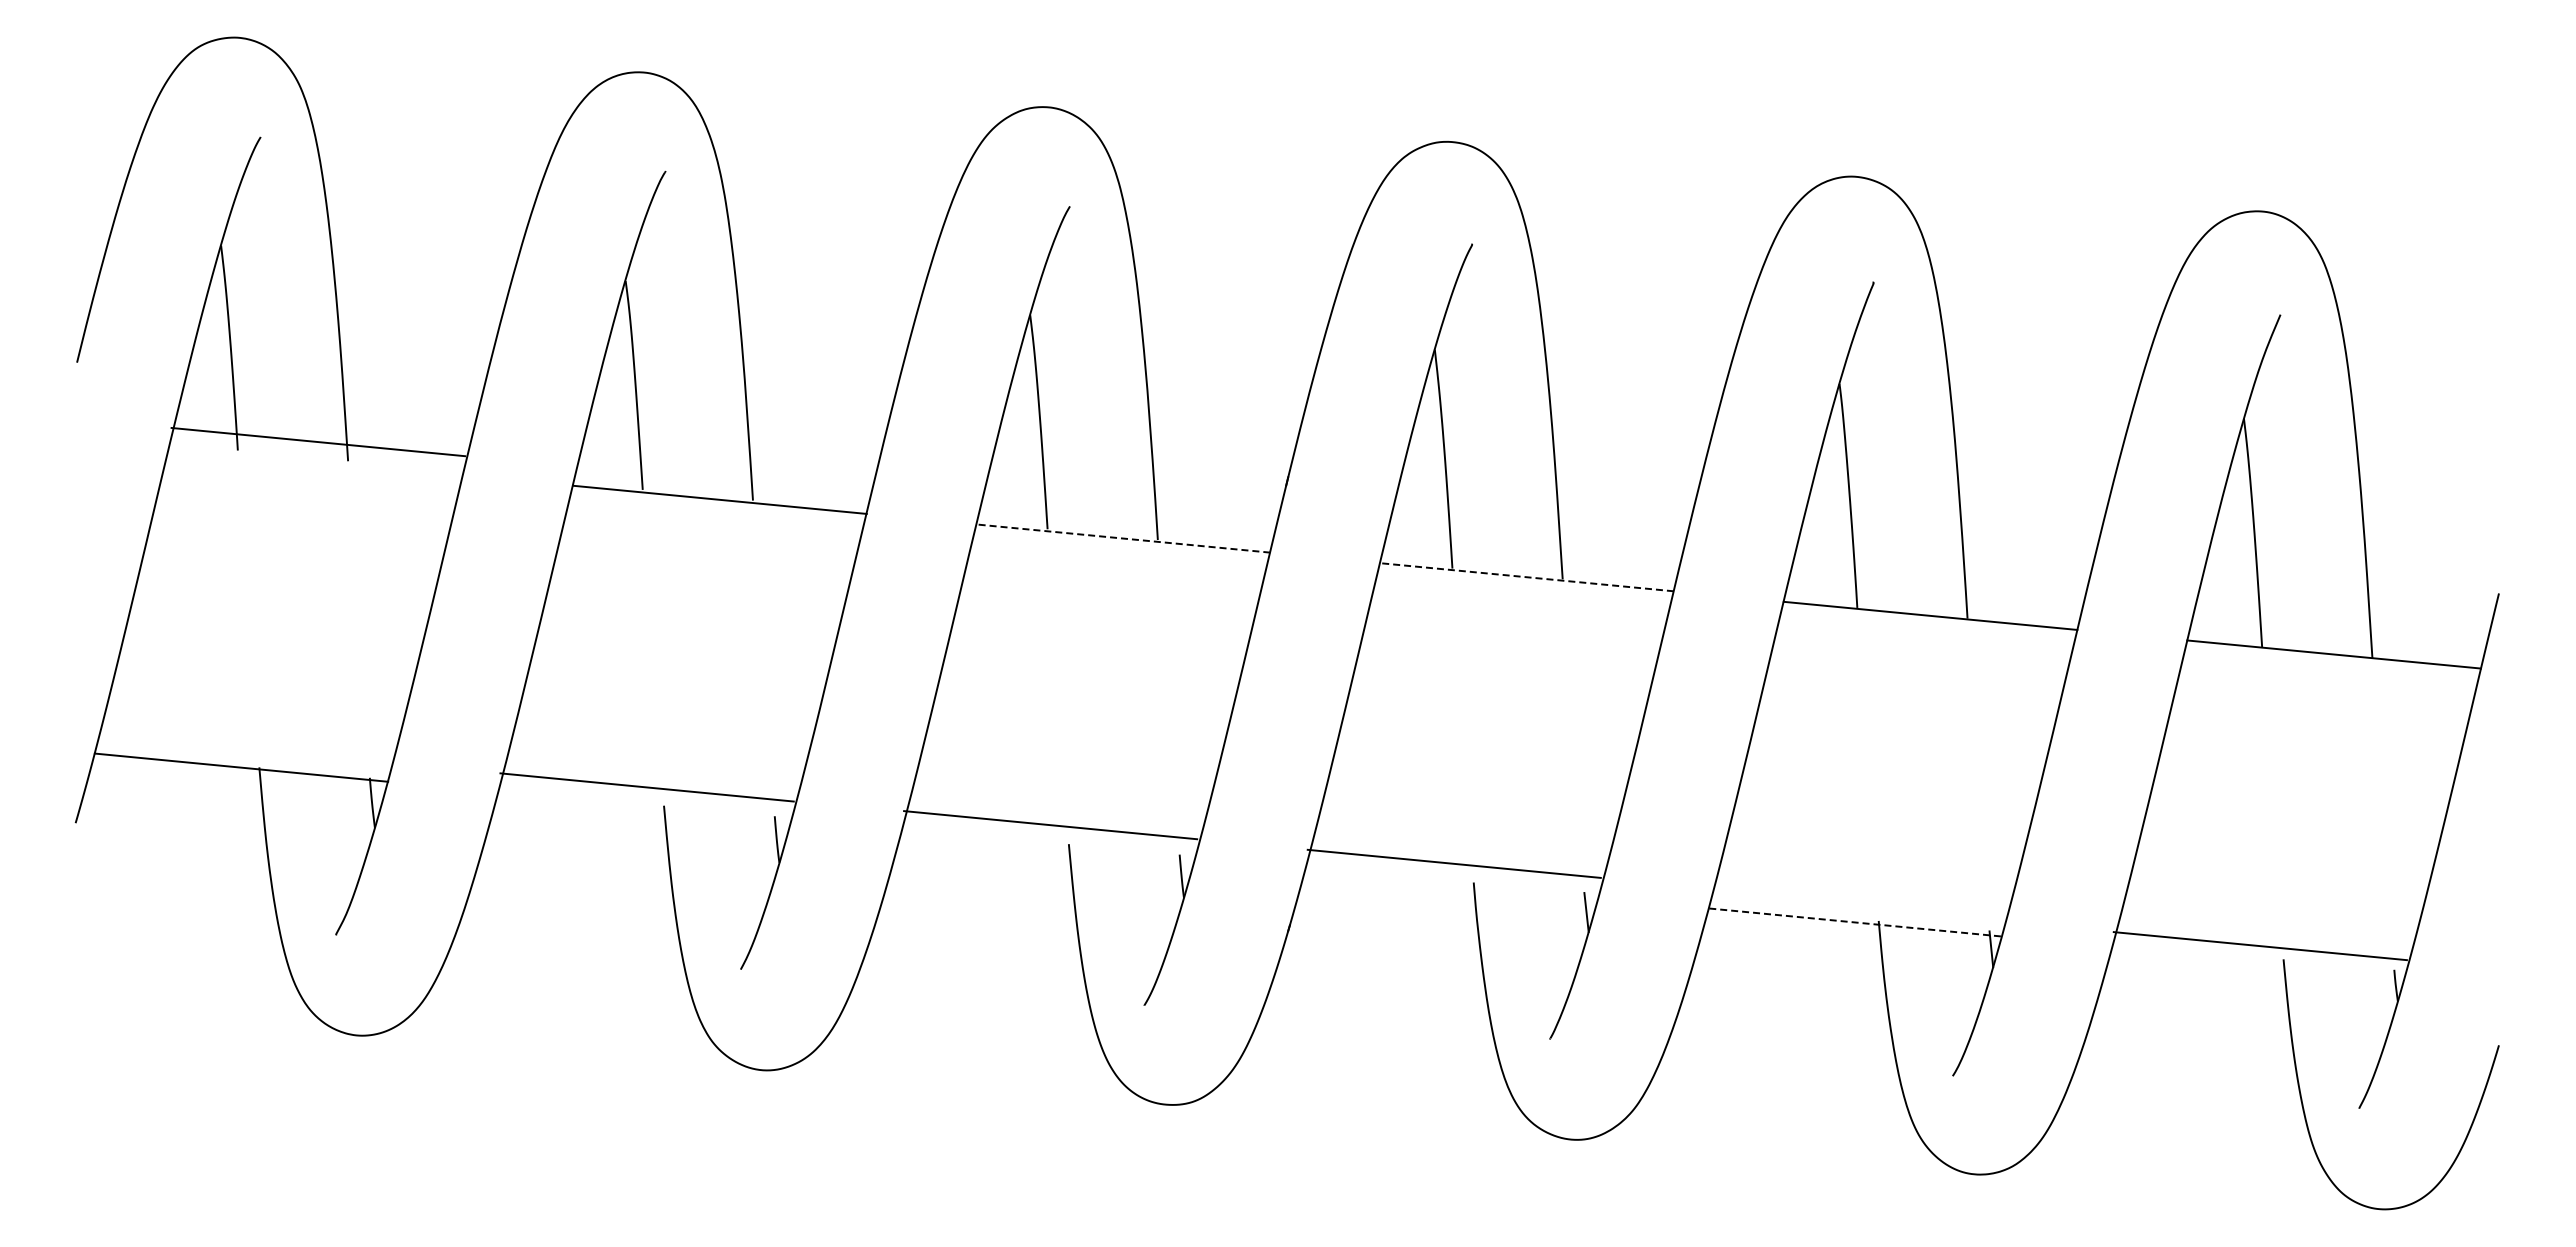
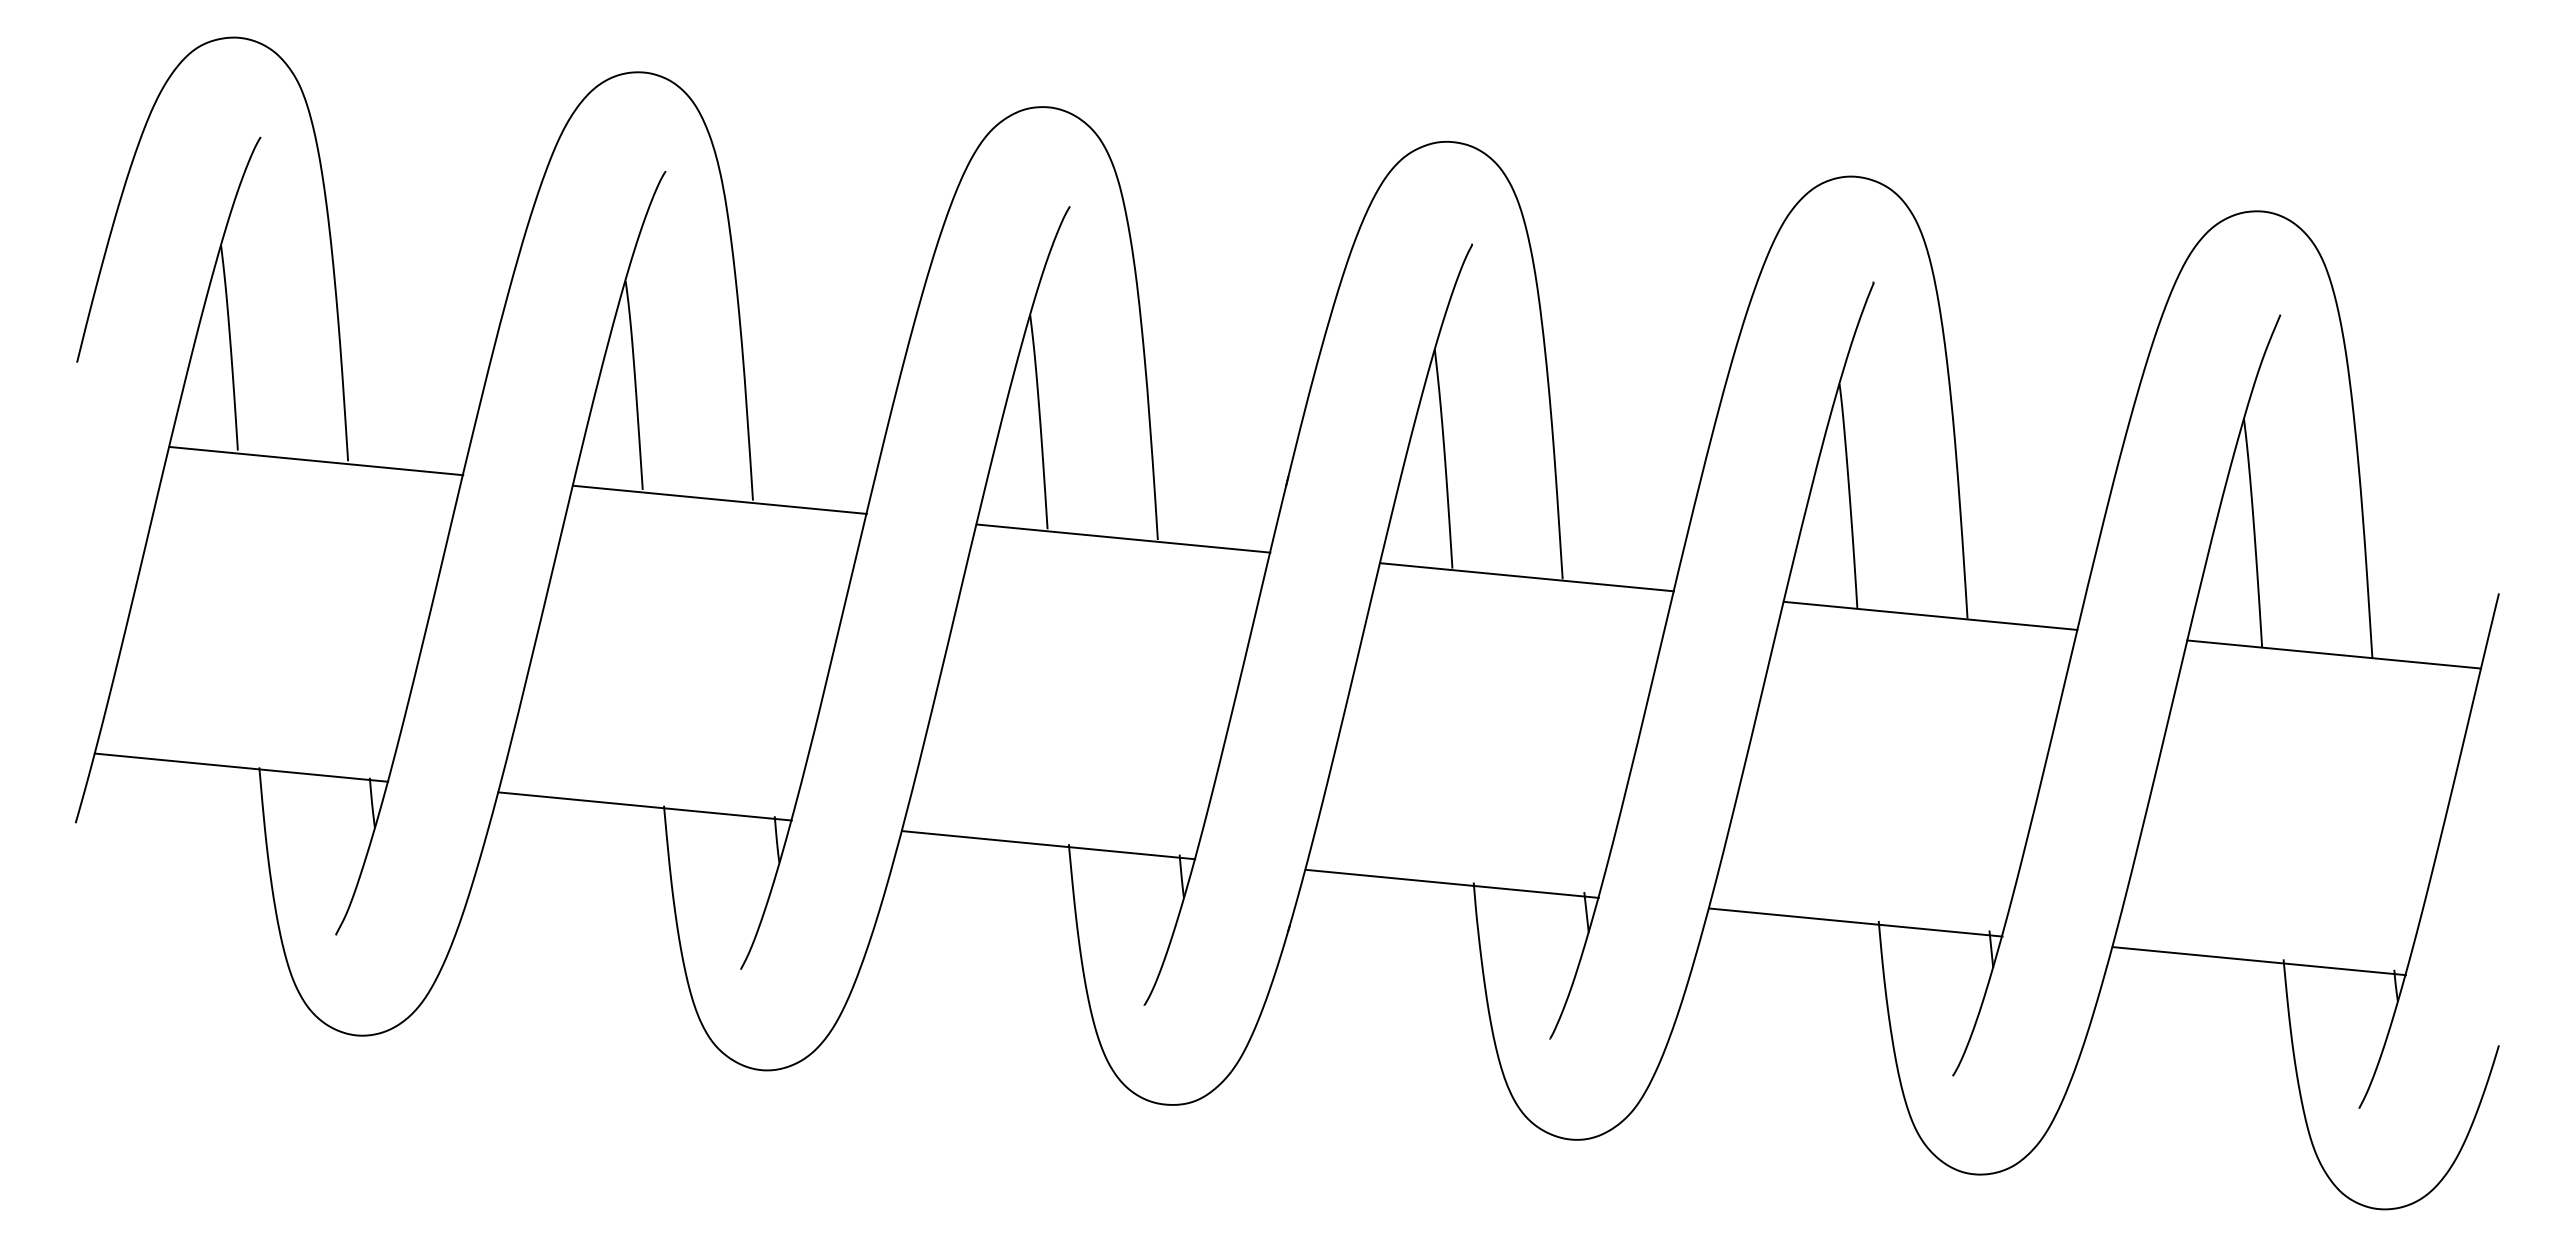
line at (318, 441) position: (318, 441) -> (316, 460)
line at (1122, 538): dashed -> solid
line at (1527, 577): dashed -> solid
line at (646, 787) position: (646, 787) -> (644, 806)
line at (1050, 825) position: (1050, 825) -> (1048, 845)
line at (1453, 863) position: (1453, 863) -> (1451, 883)
line at (1856, 922): dashed -> solid
line at (2259, 946) position: (2259, 946) -> (2258, 961)
